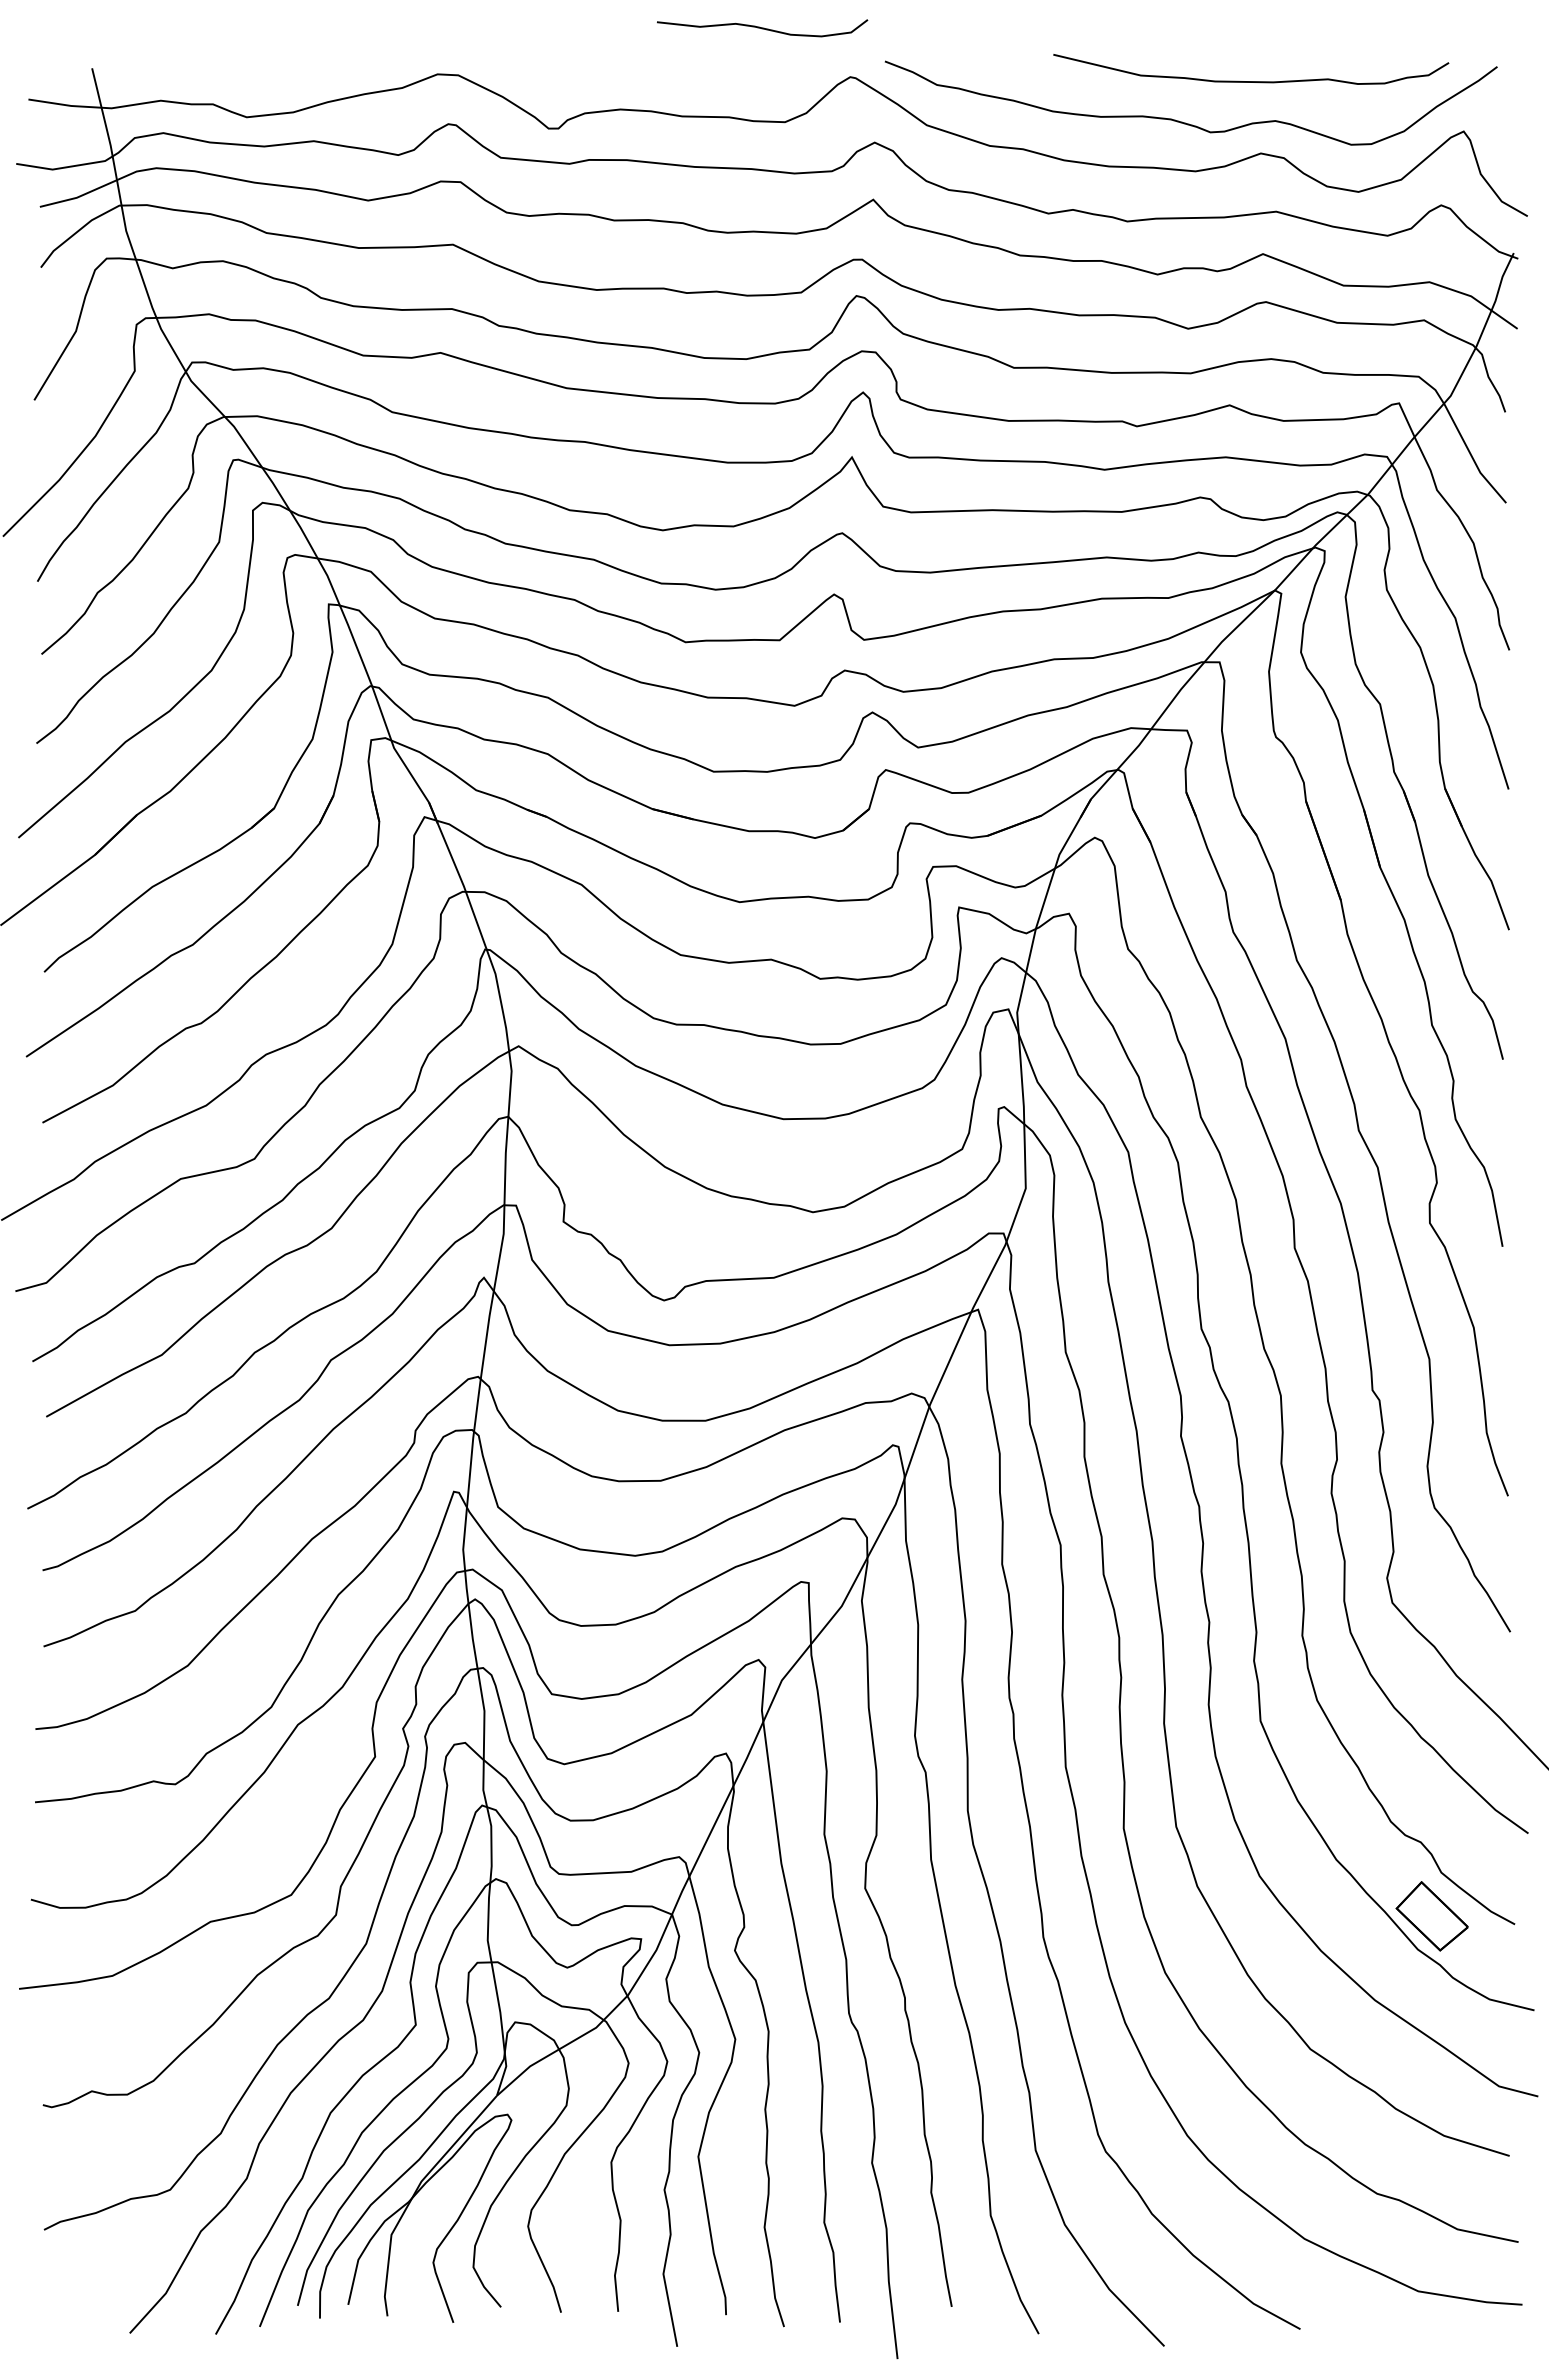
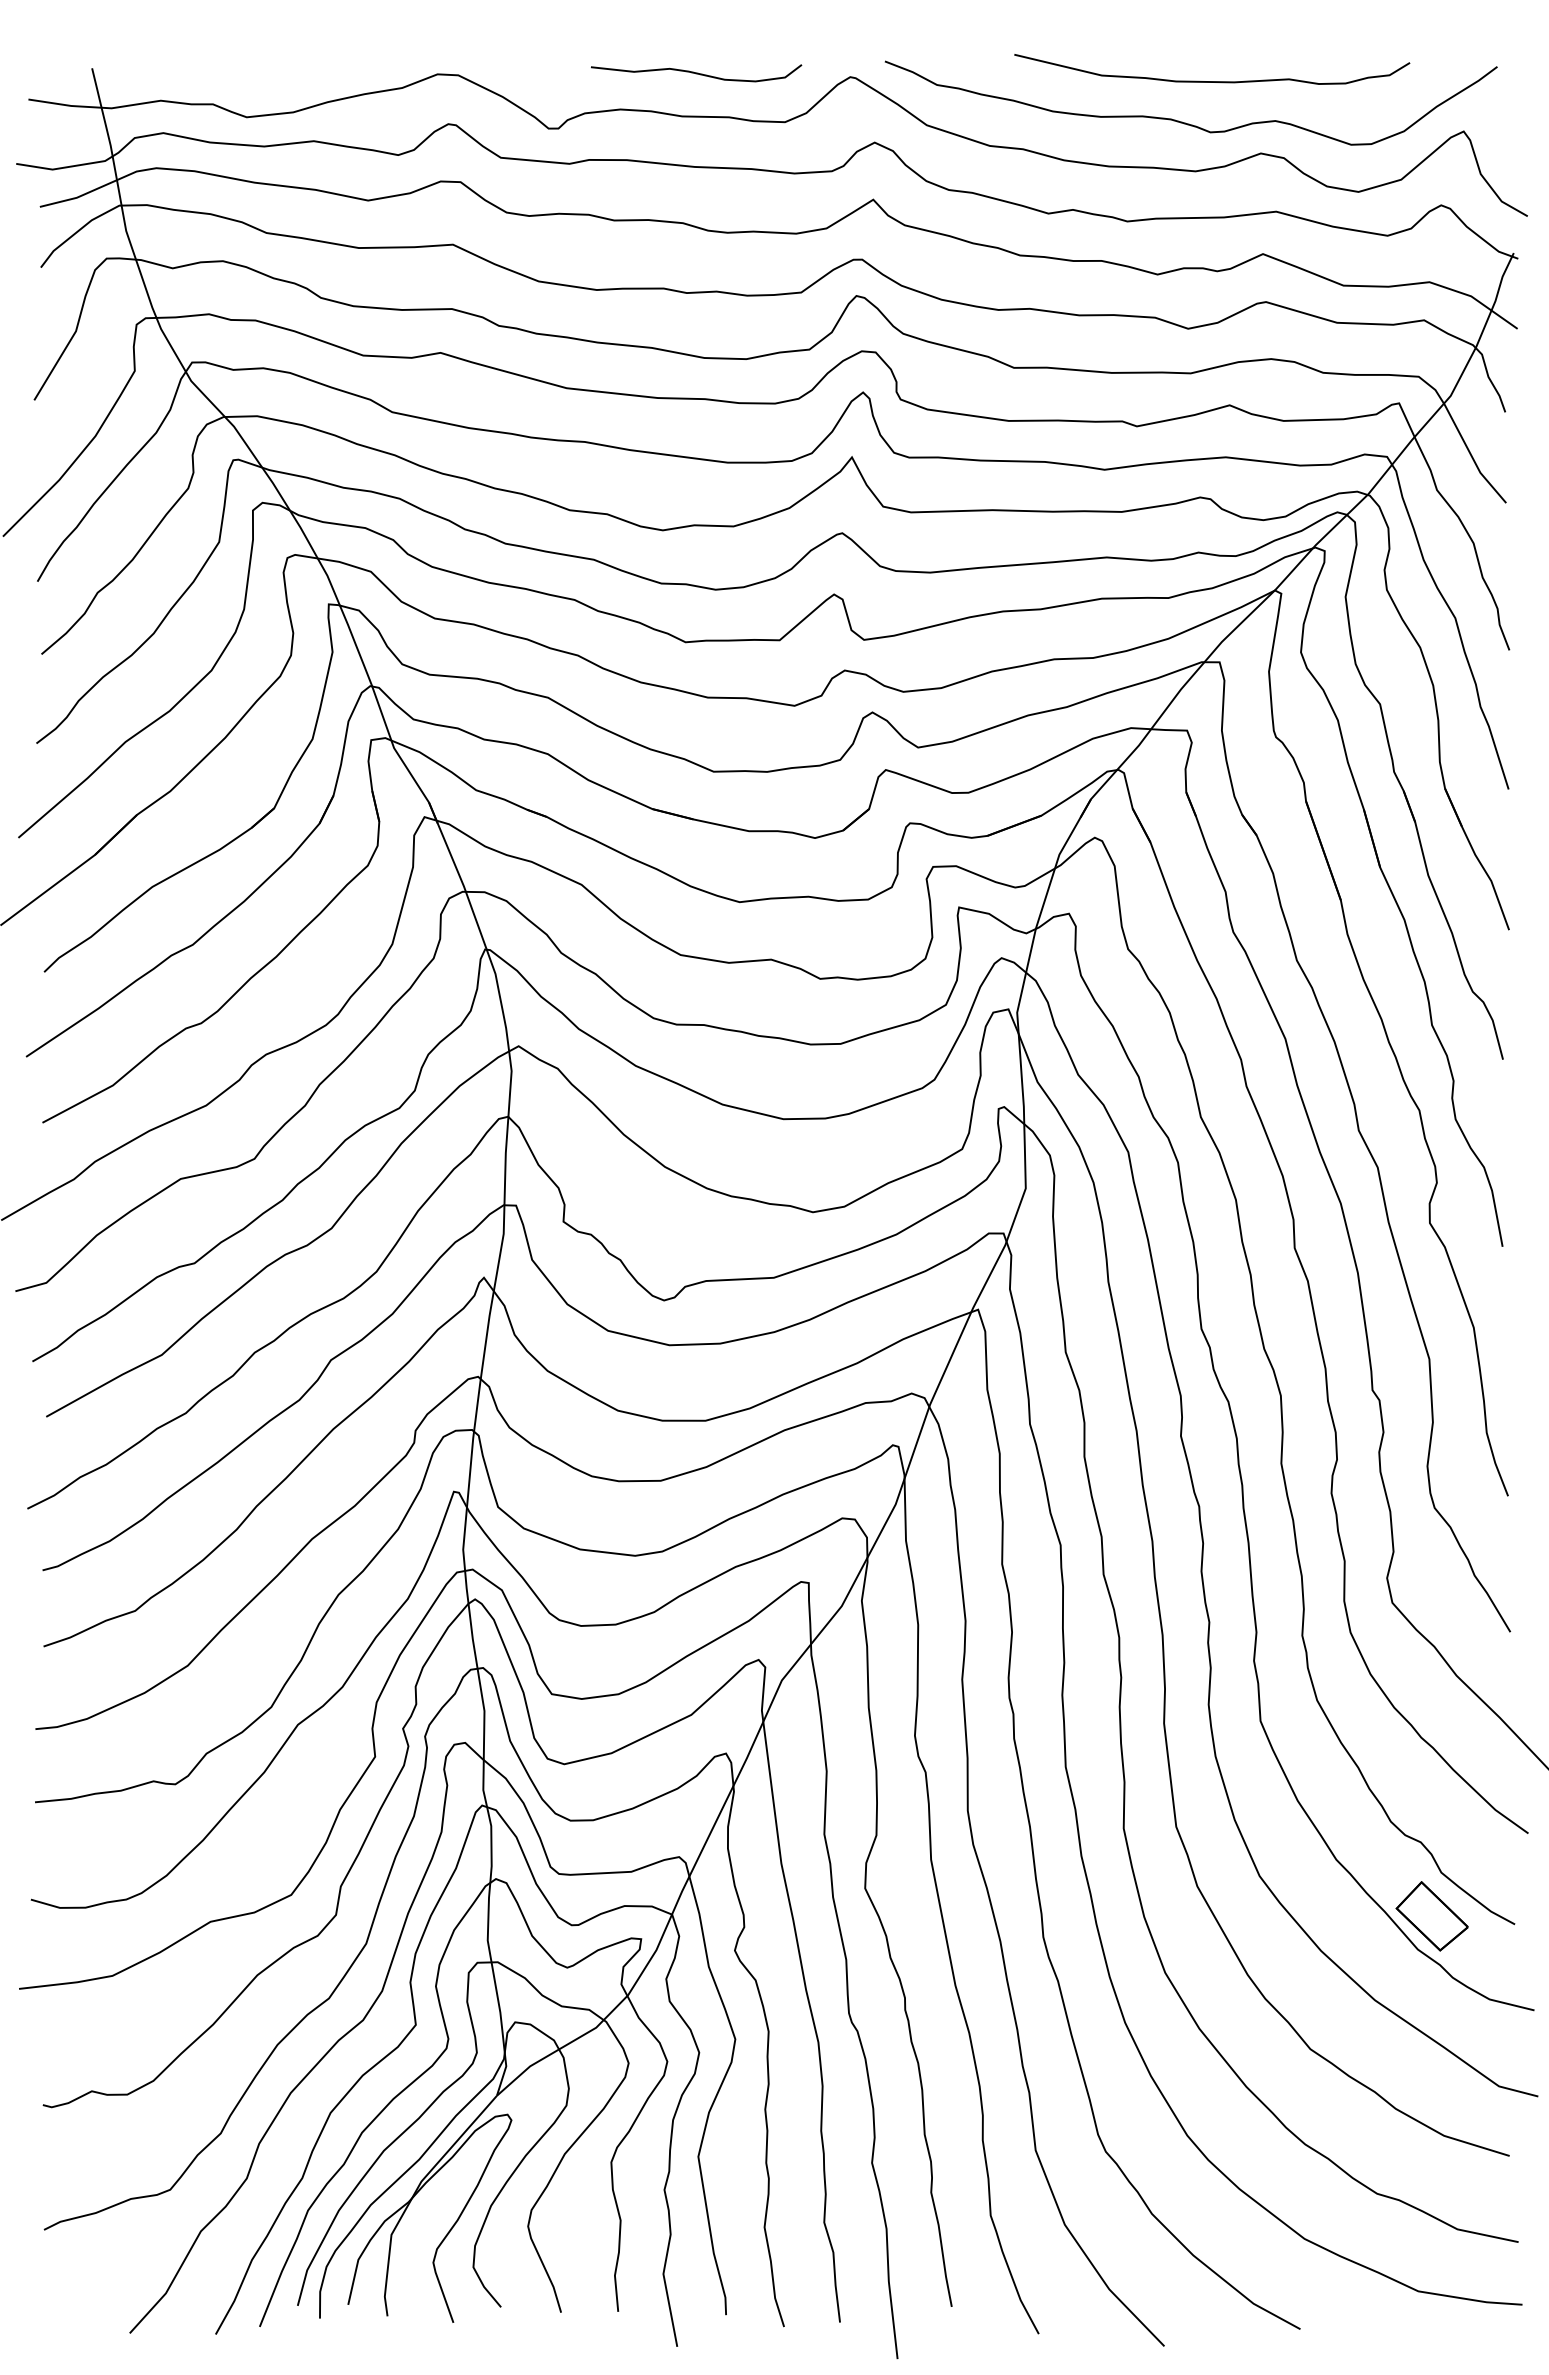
curve at (762, 28) position: (762, 28) -> (696, 73)
curve at (1251, 81) position: (1251, 81) -> (1212, 81)
